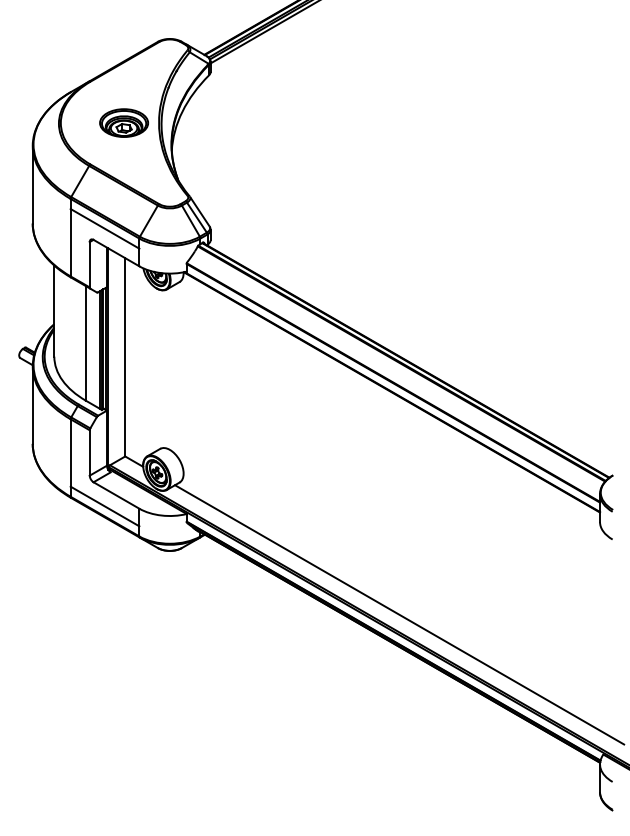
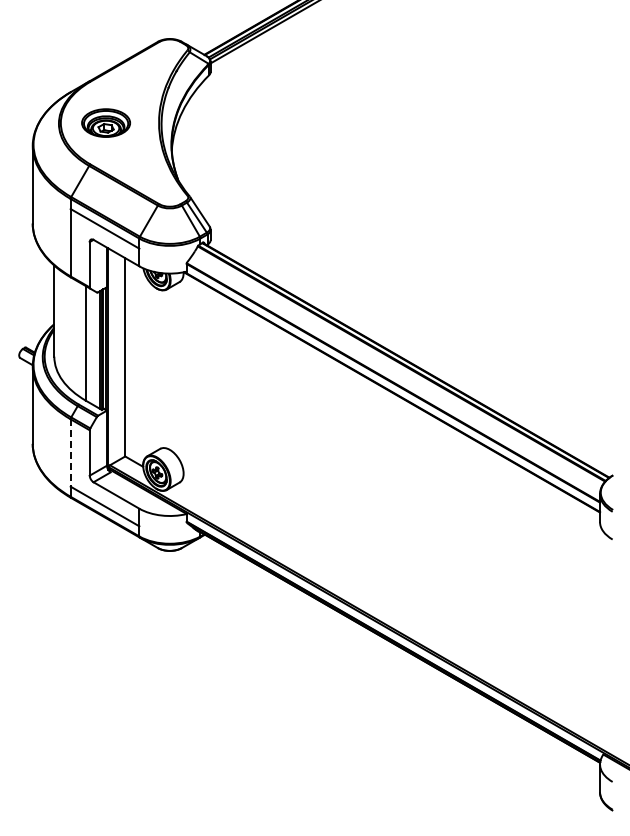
part at (123, 122) position: (123, 122) -> (105, 122)
line at (70, 452): solid -> dashed
line at (399, 614): present -> none
